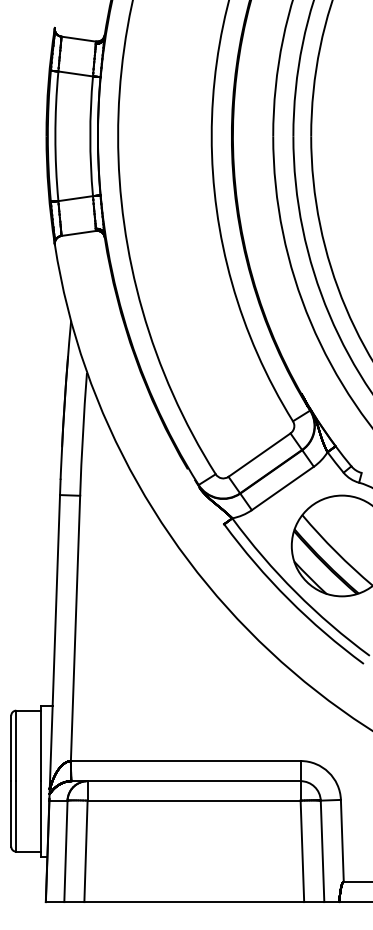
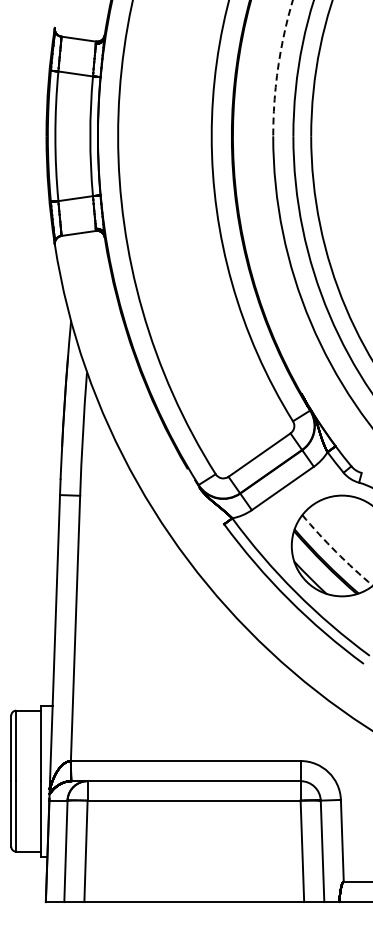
arc at (277, 68): solid -> dashed
arc at (336, 551): solid -> dashed
